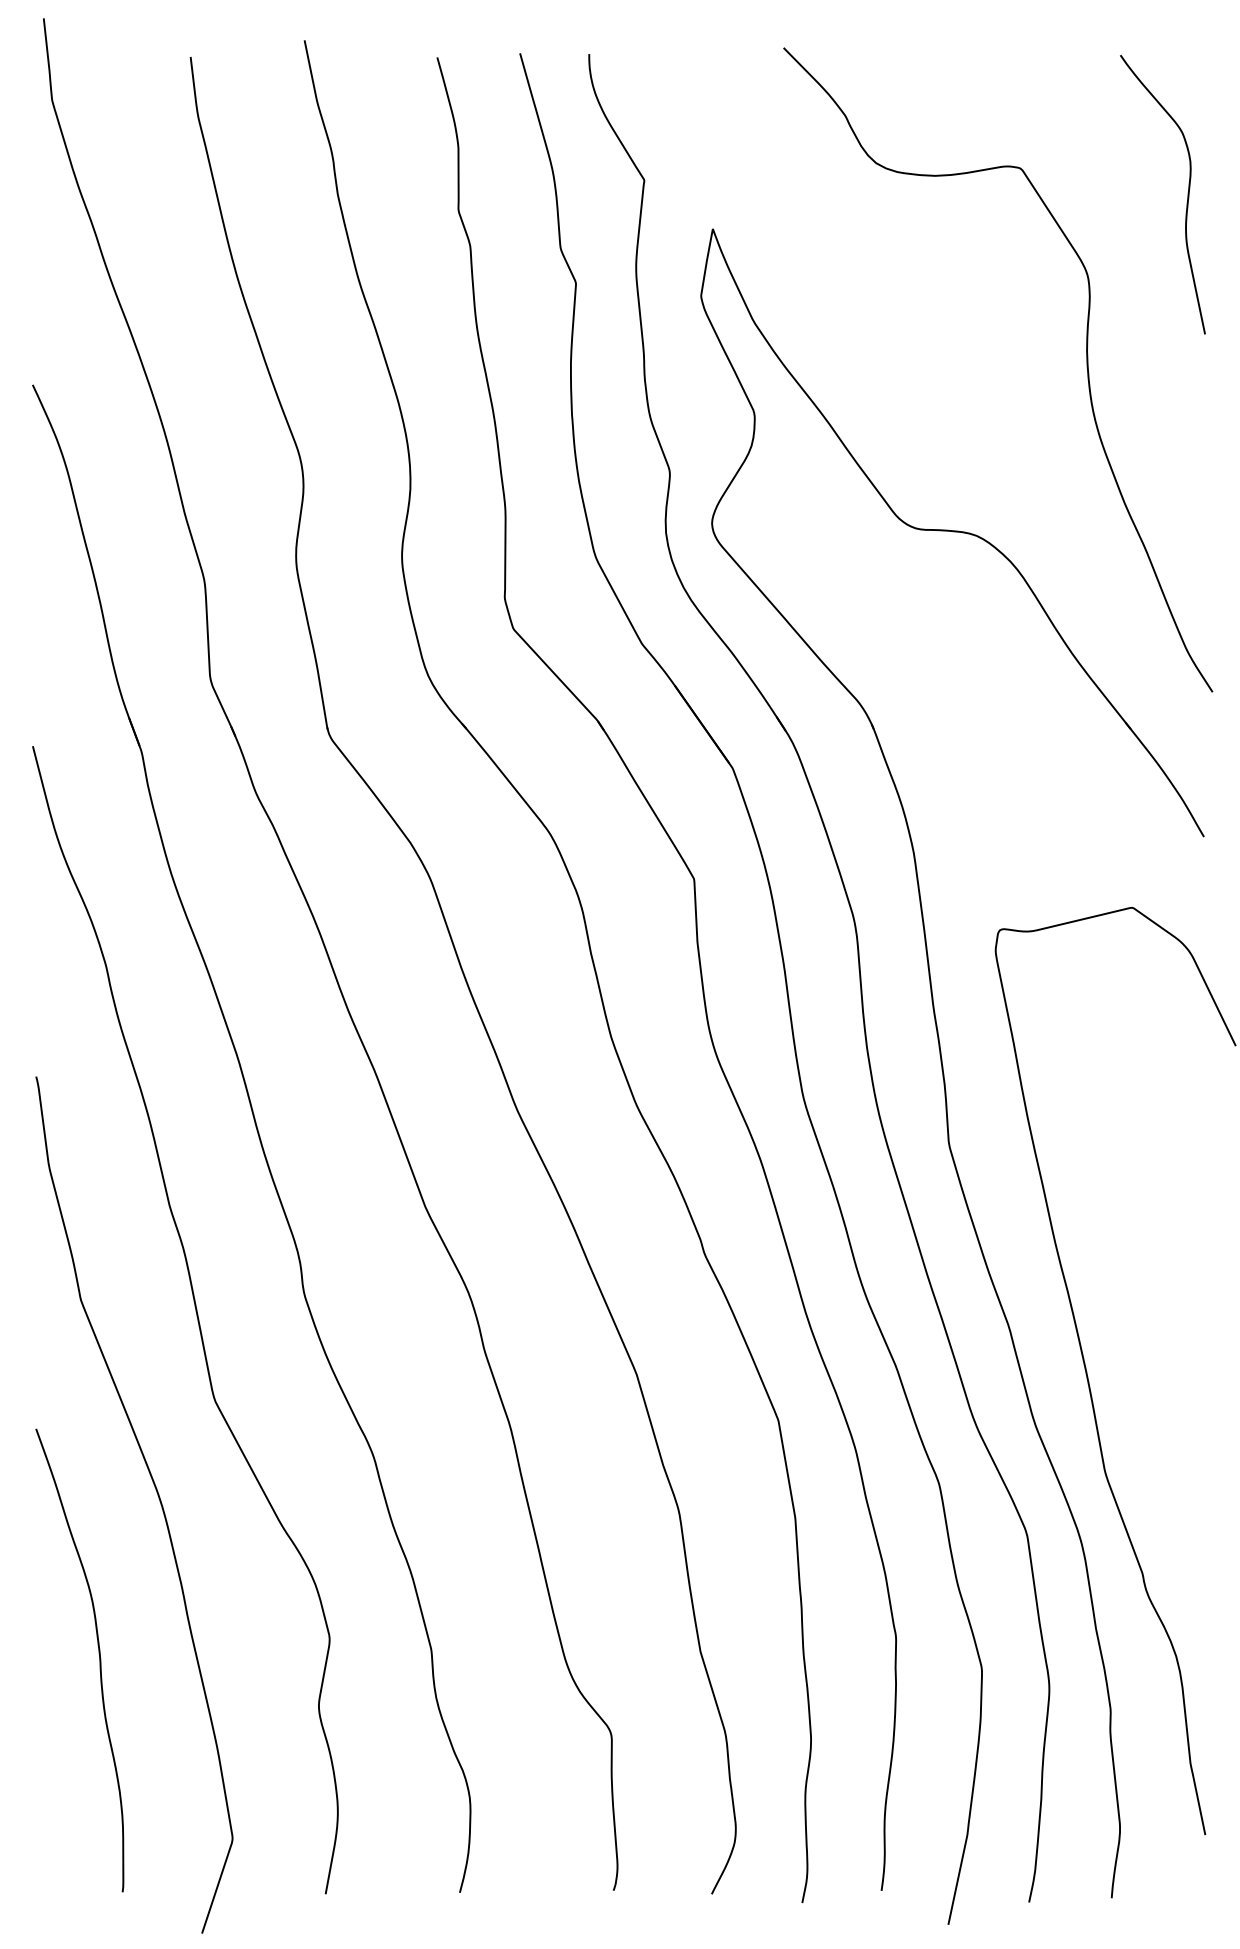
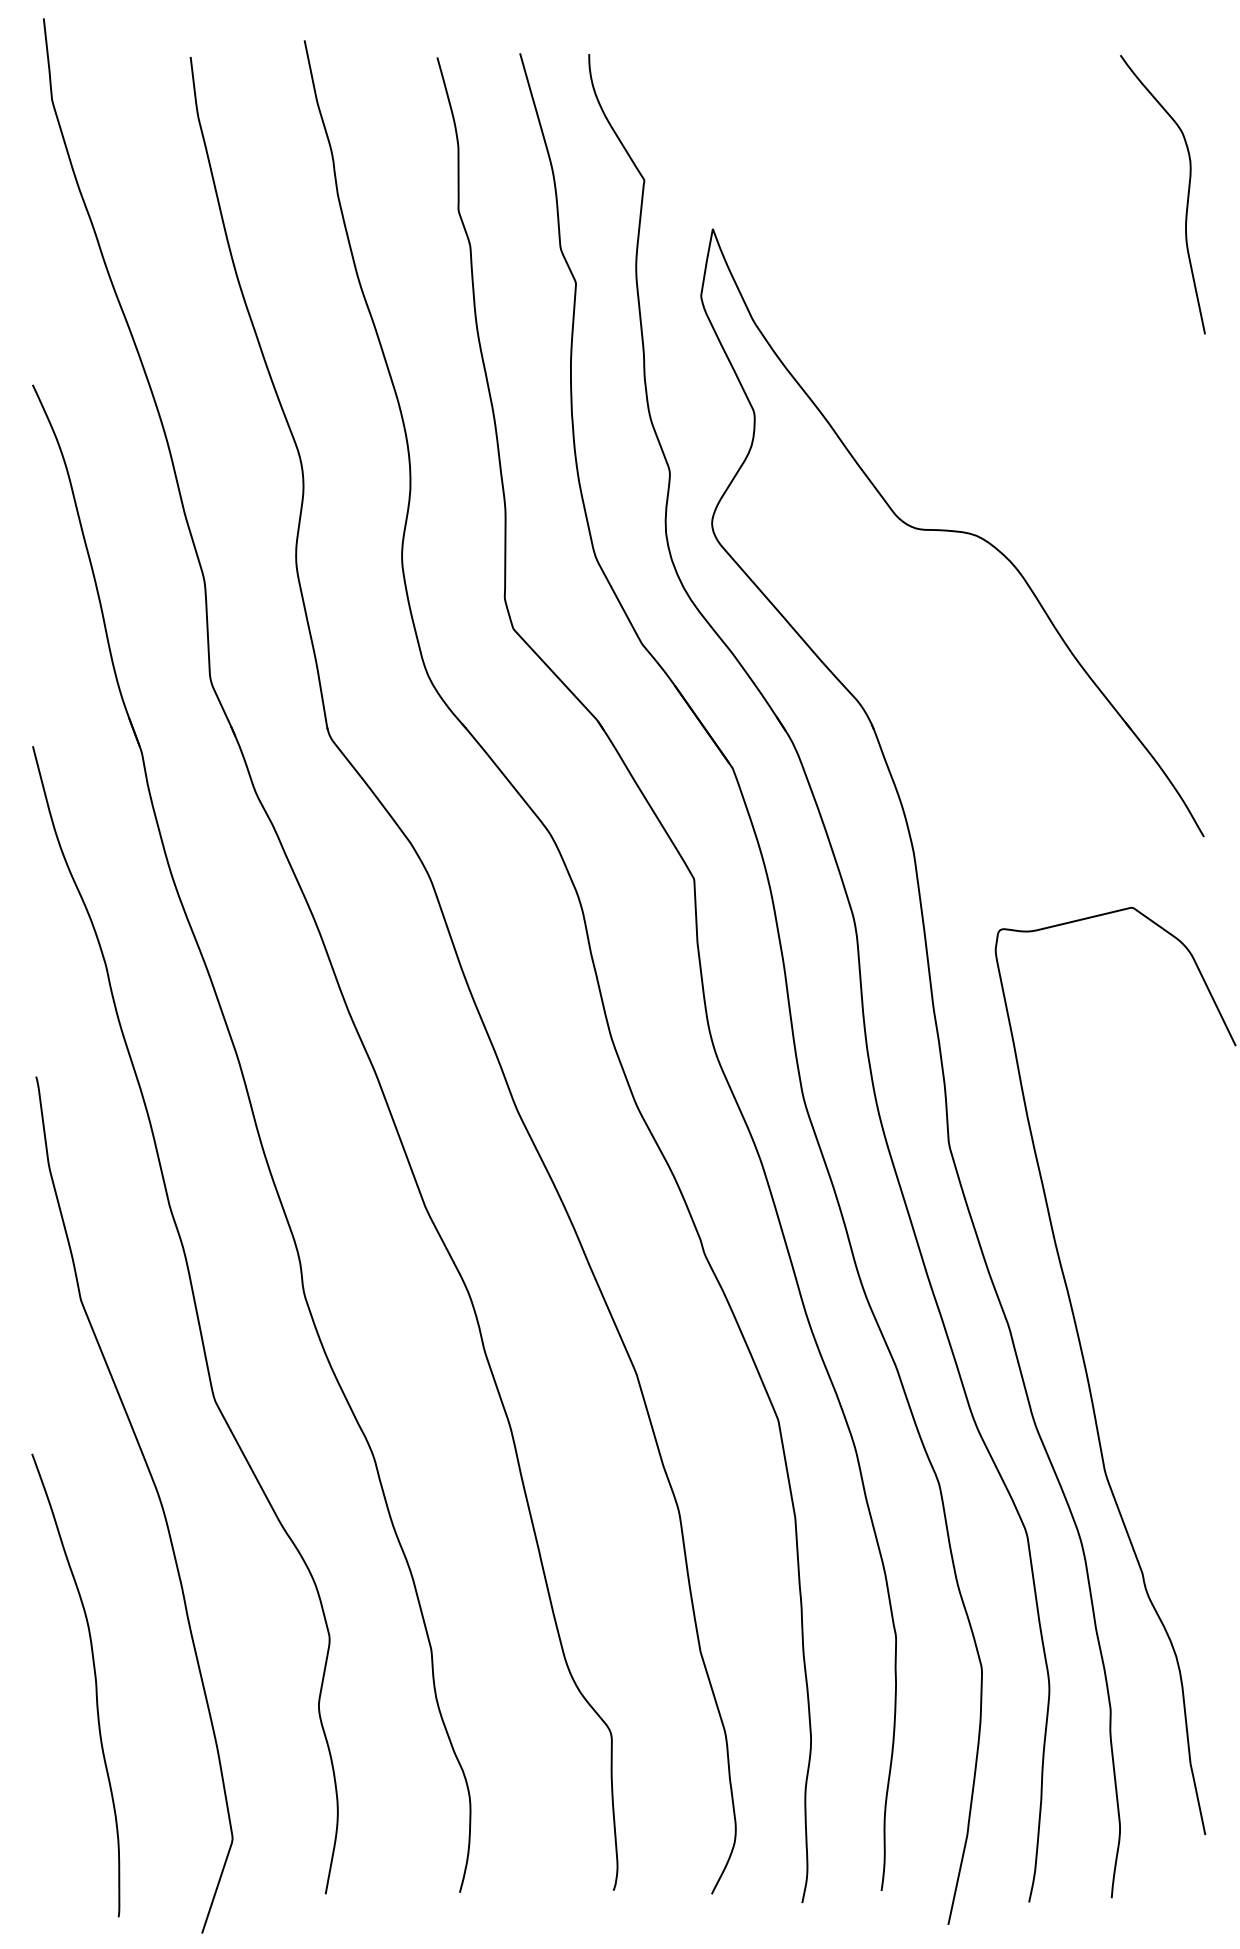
curve at (1086, 367): present -> none
curve at (99, 1660) position: (99, 1660) -> (95, 1685)
